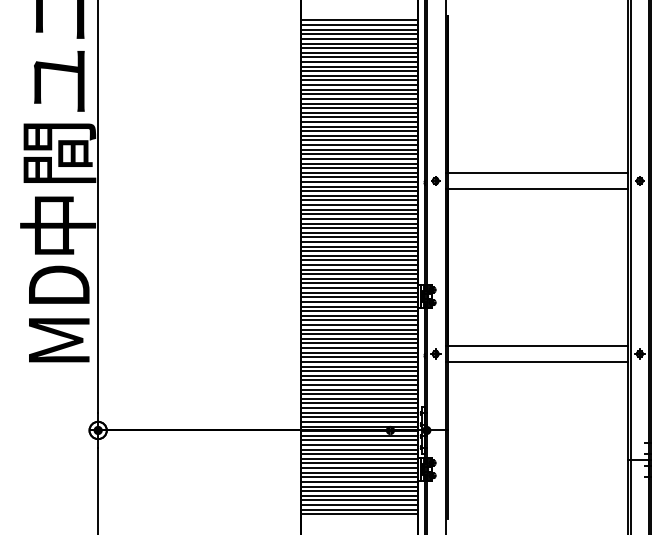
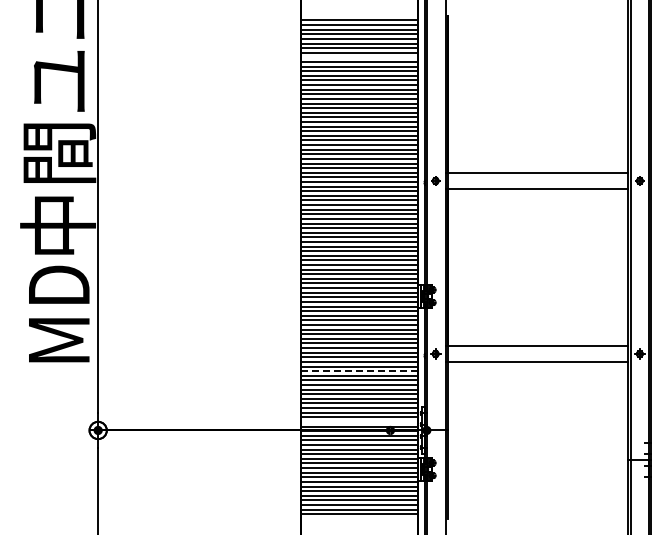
line at (358, 57): present -> none
line at (358, 371): solid -> dashed
line at (358, 421): present -> none
